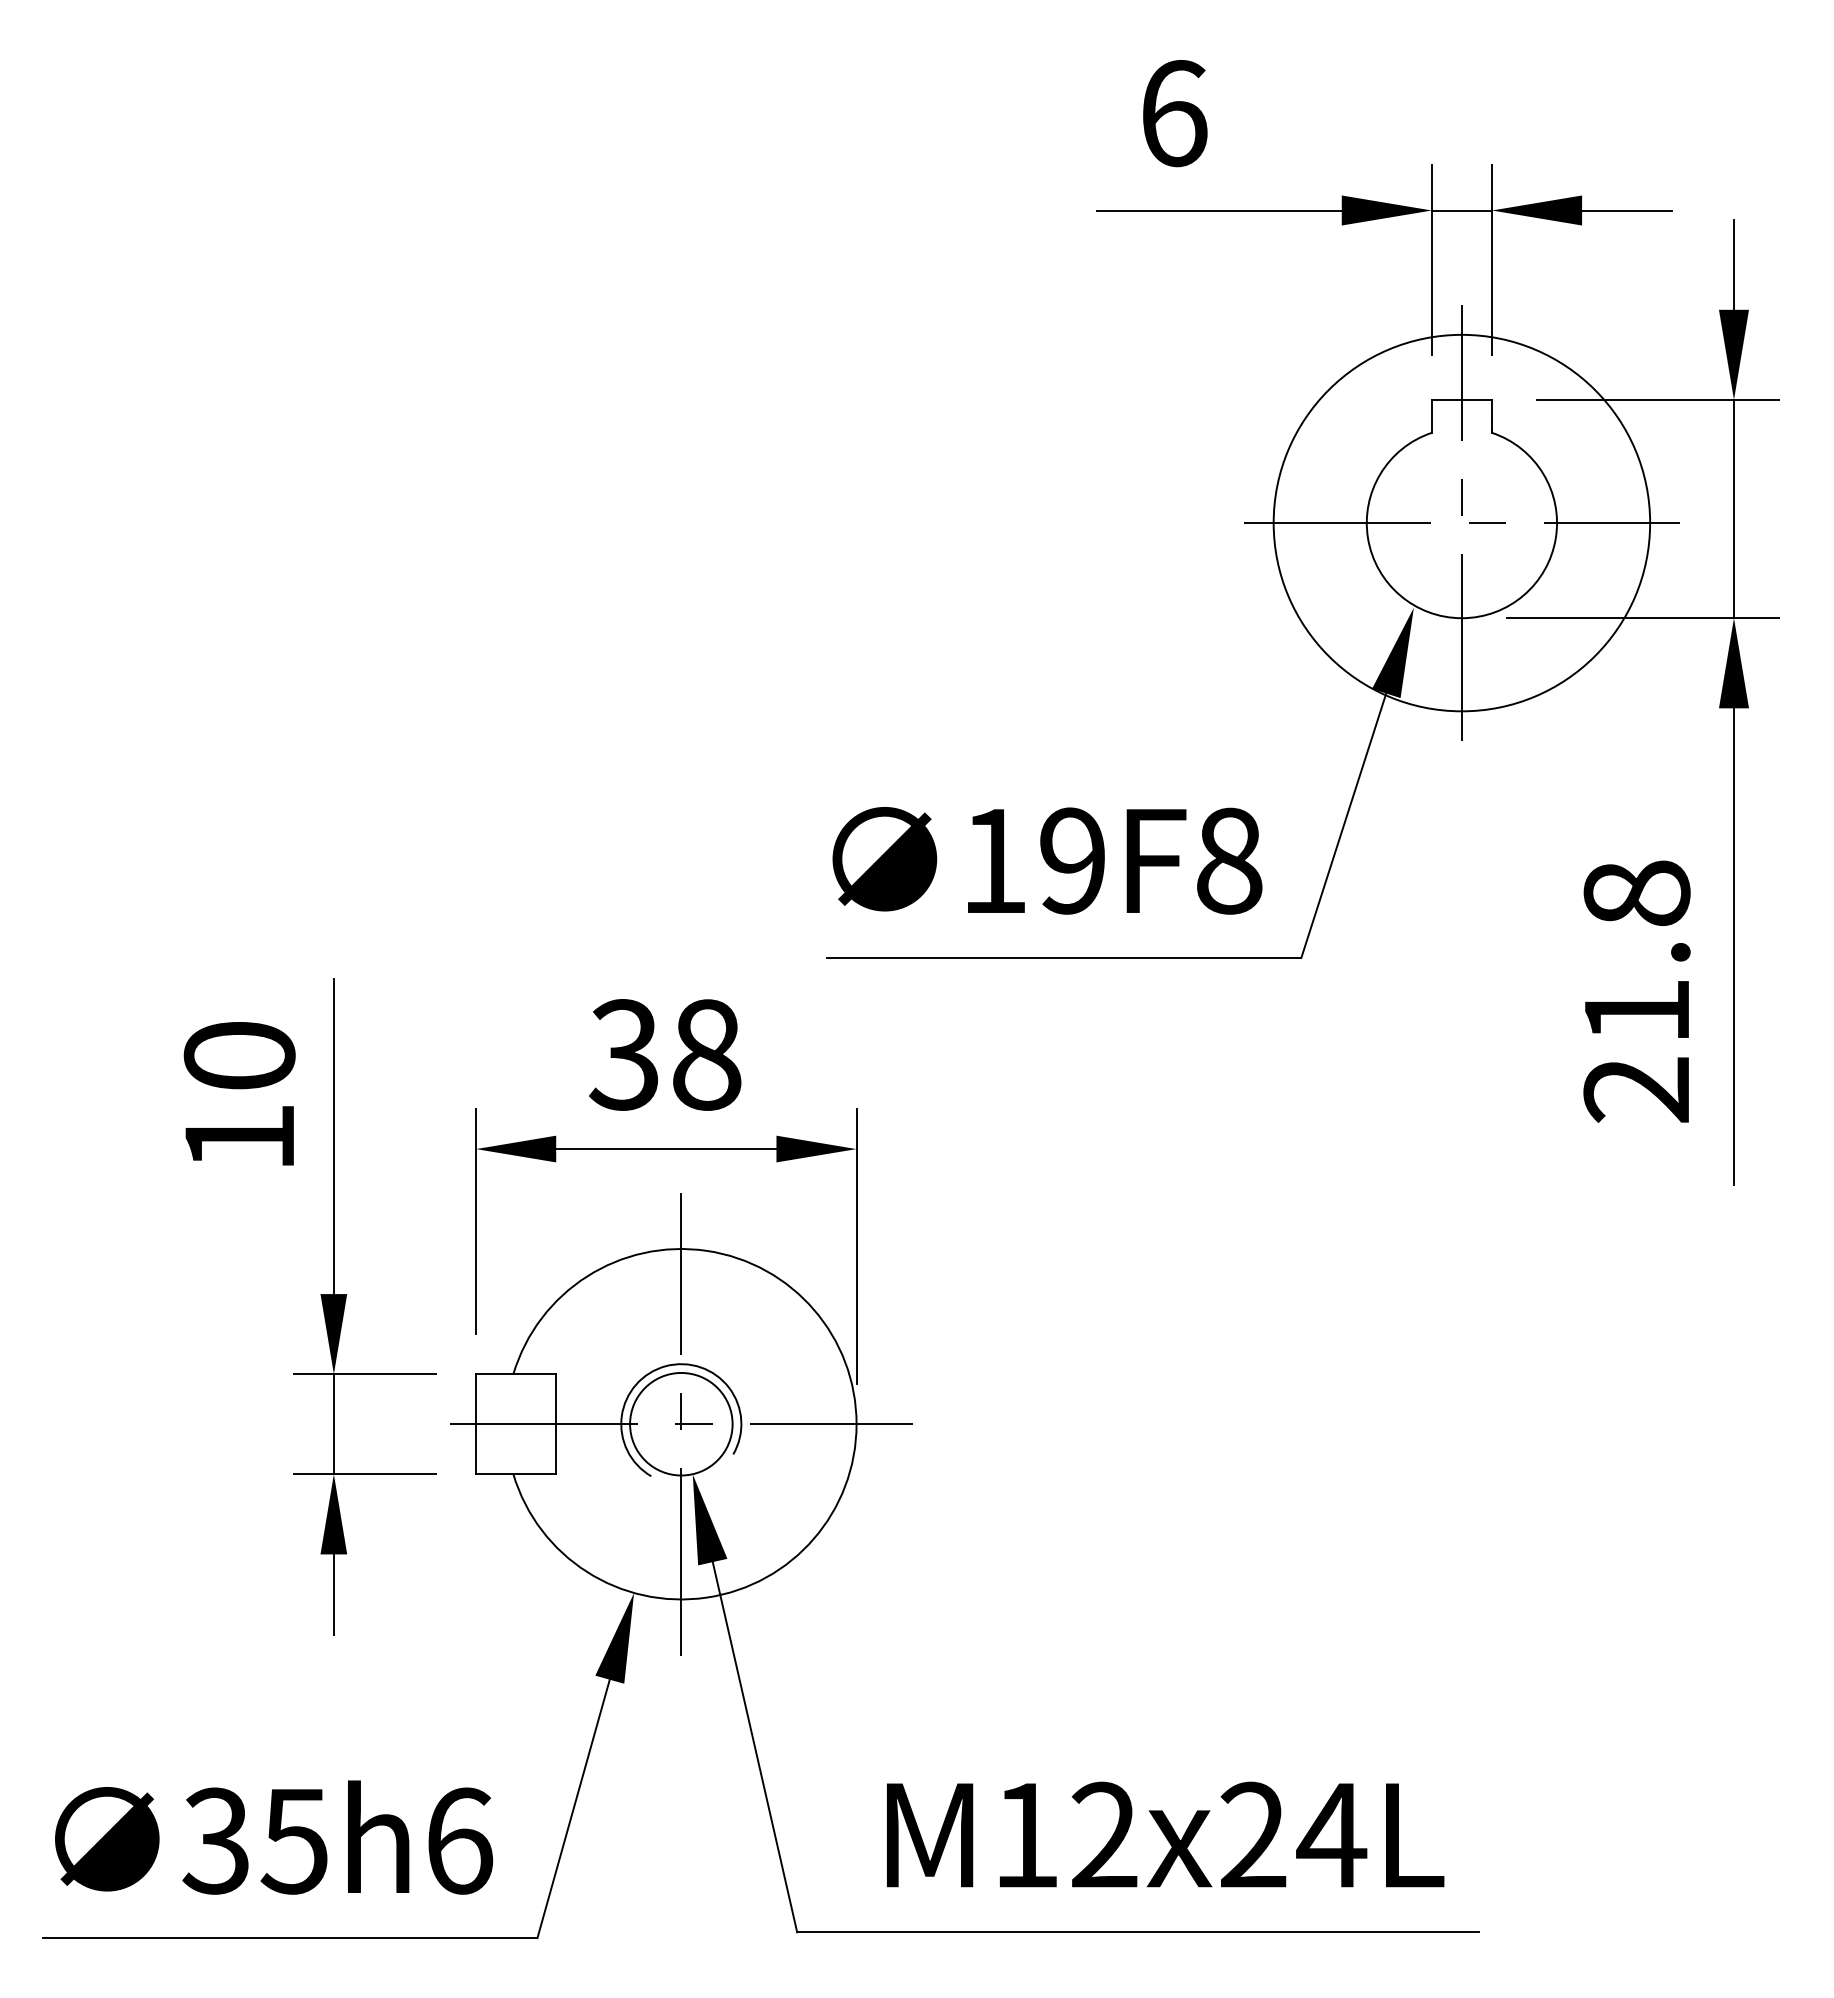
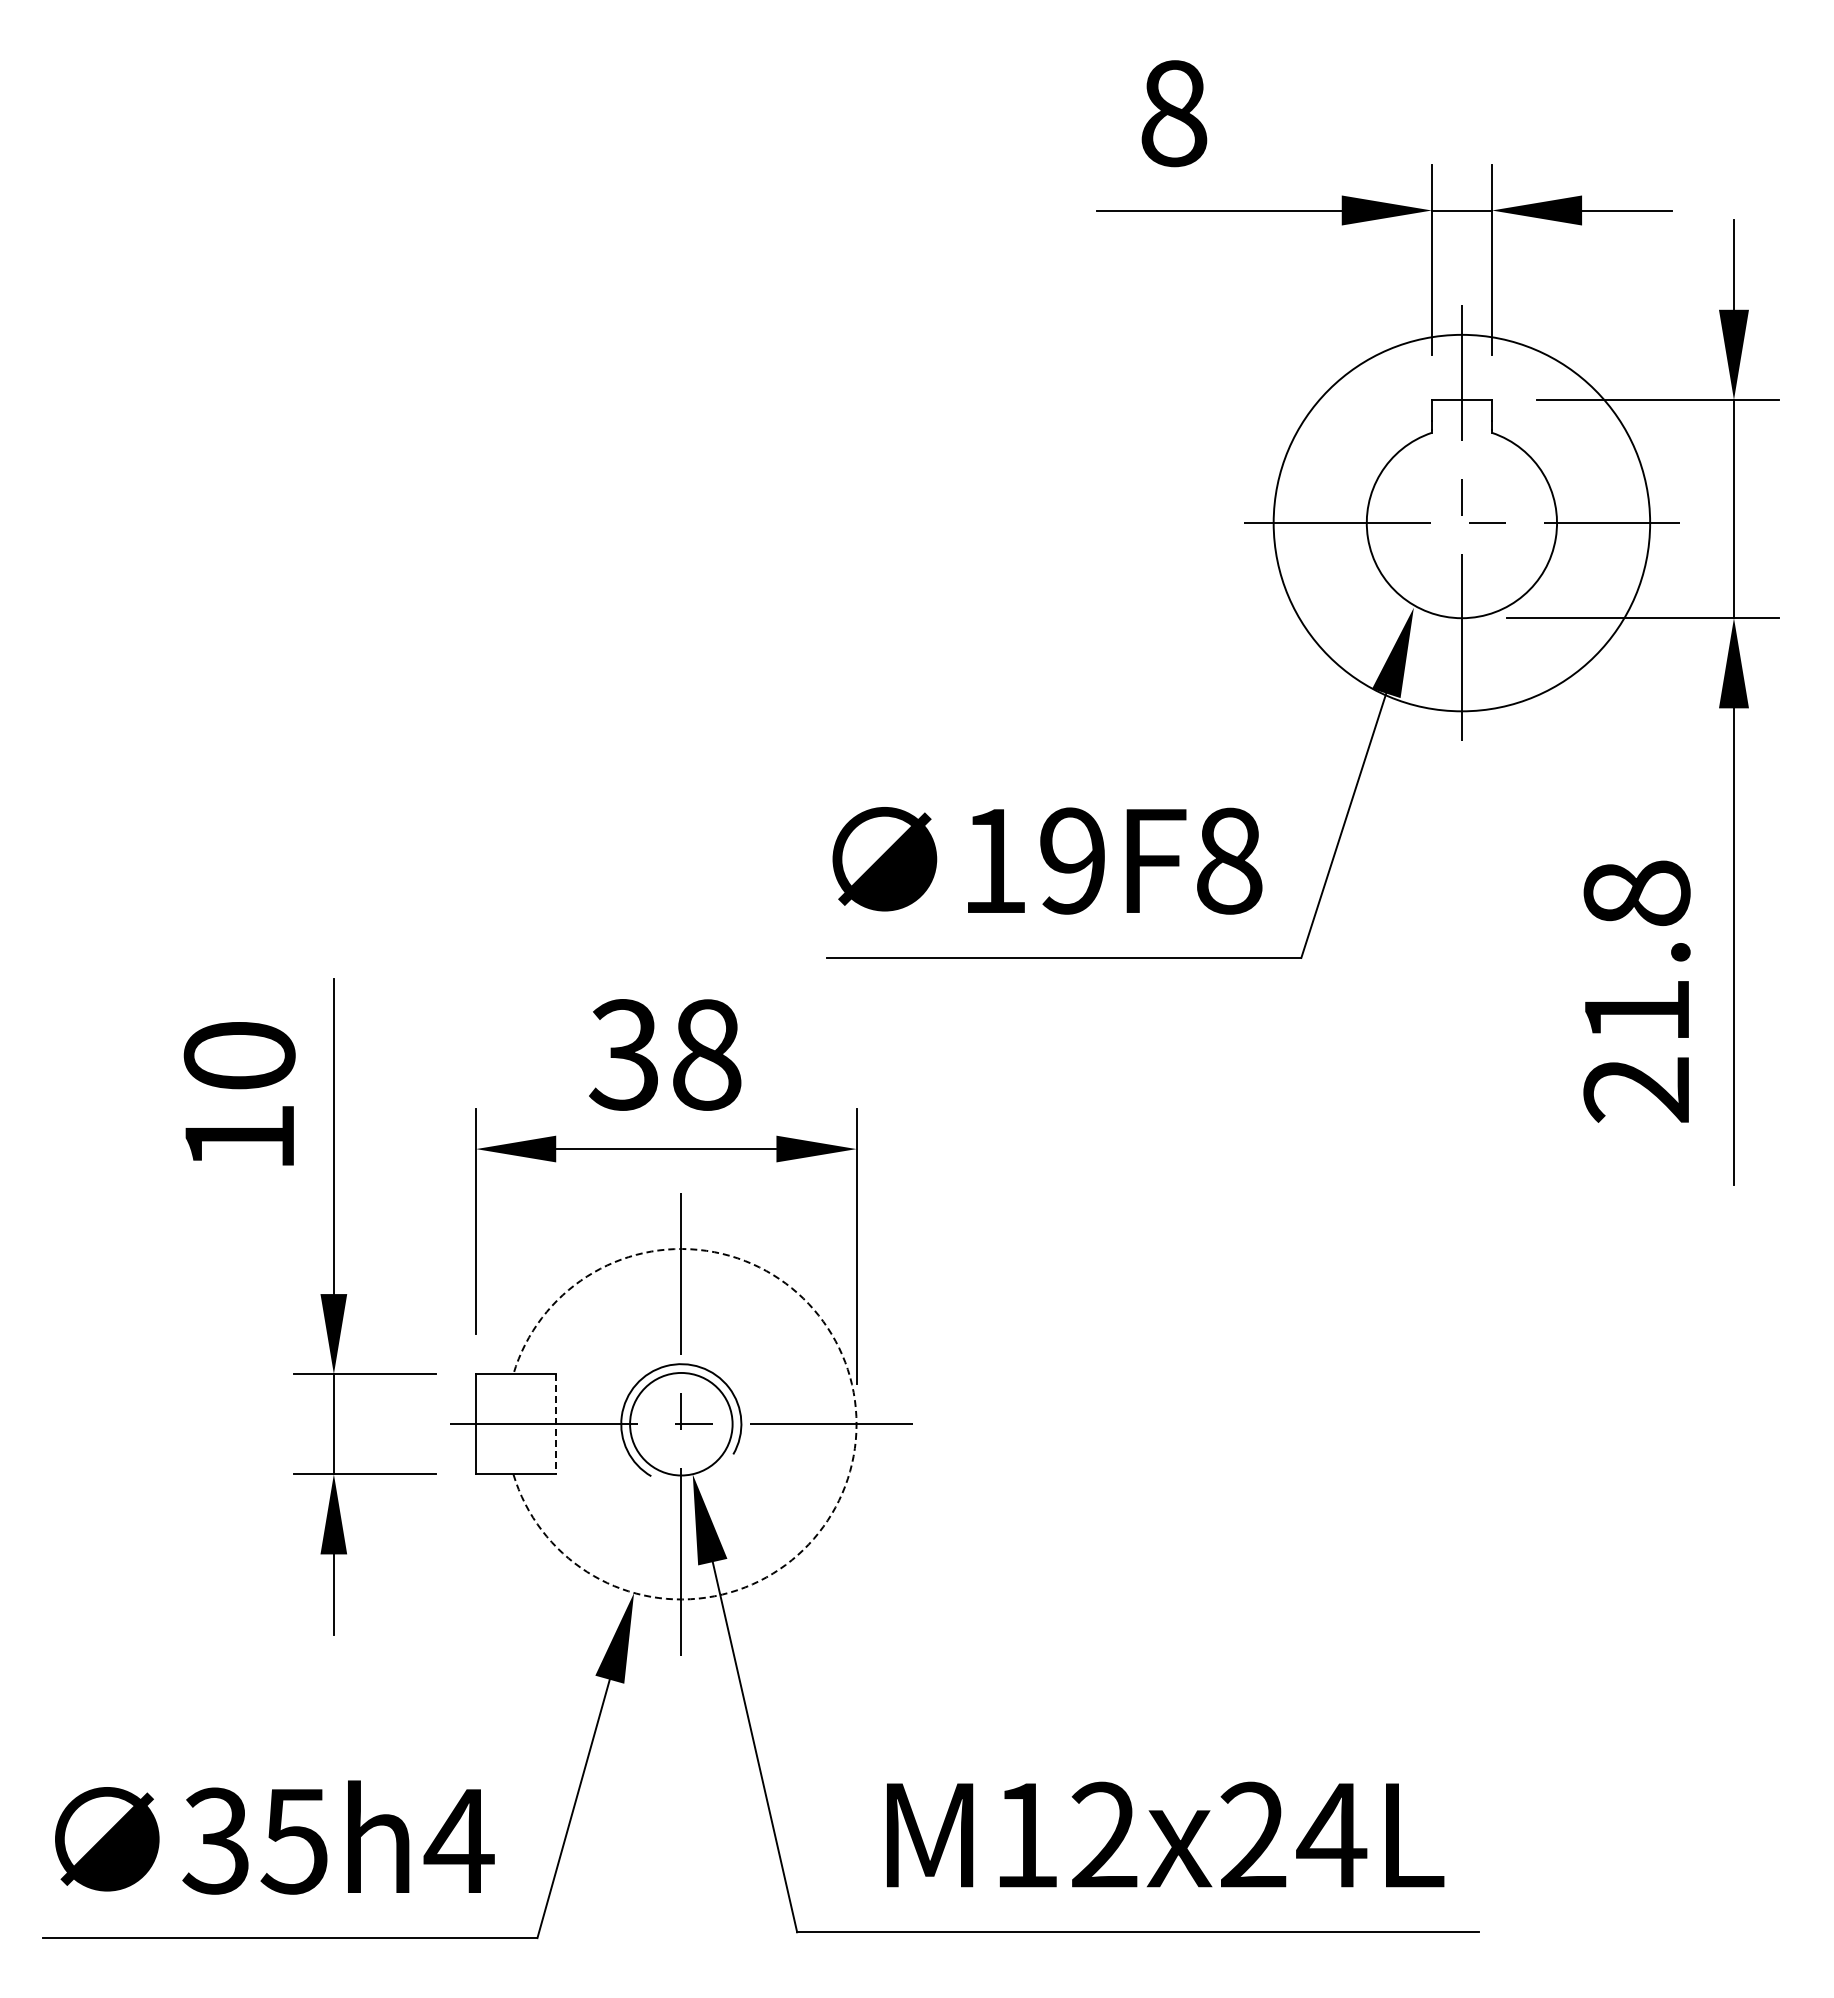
text at (1174, 113): 6 -> 8
line at (556, 1424): solid -> dashed
arc at (856, 1424): solid -> dashed
text at (458, 1840): 35h6 -> 35h4
